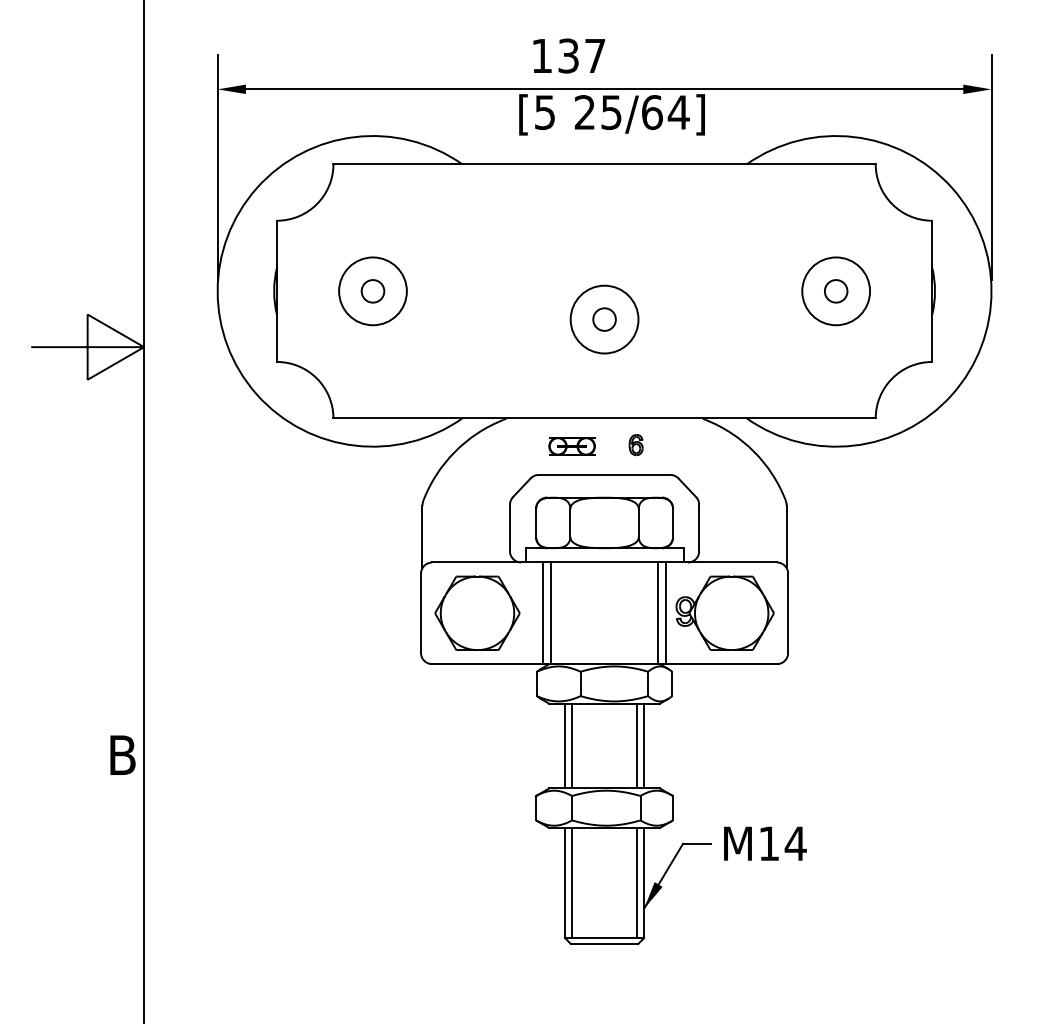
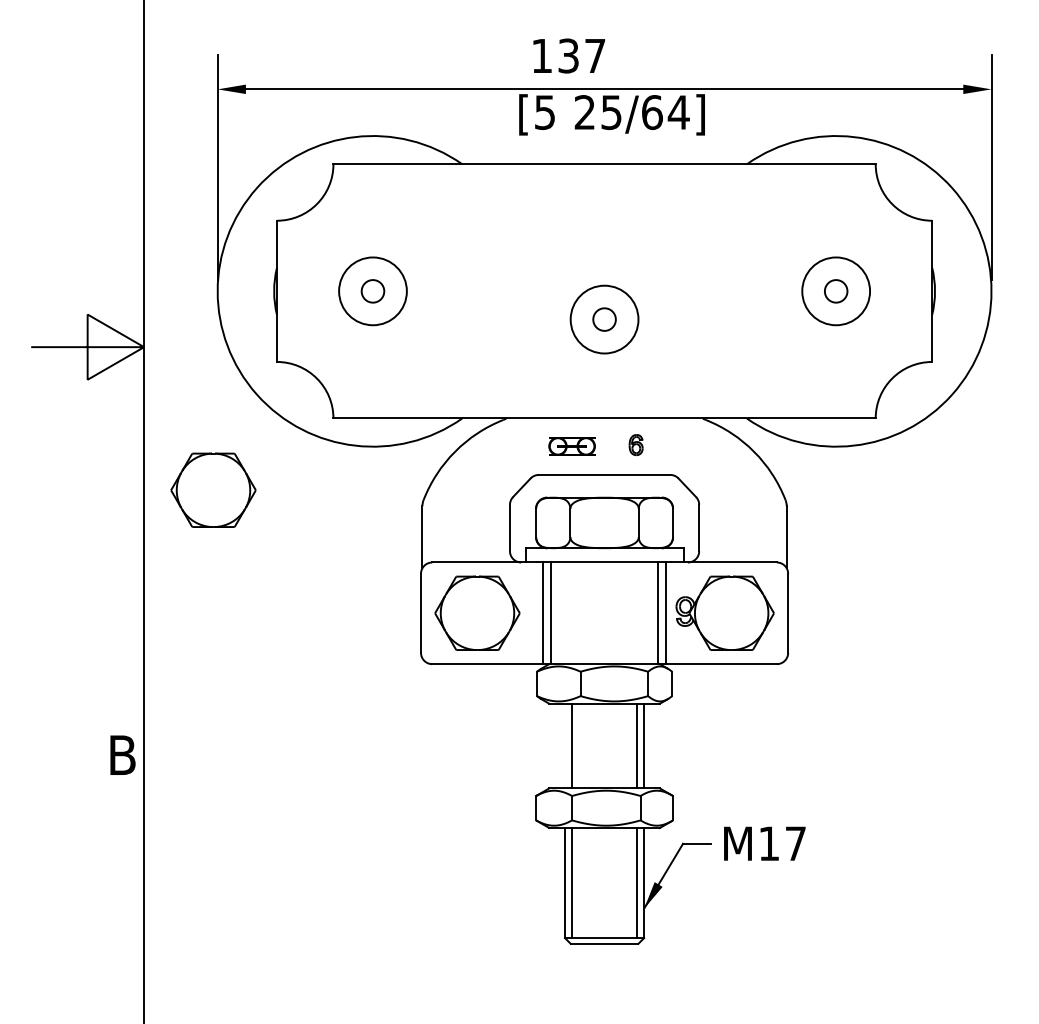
part at (213, 489): none -> present
line at (565, 745): present -> none
text at (795, 843): M14 -> M17
